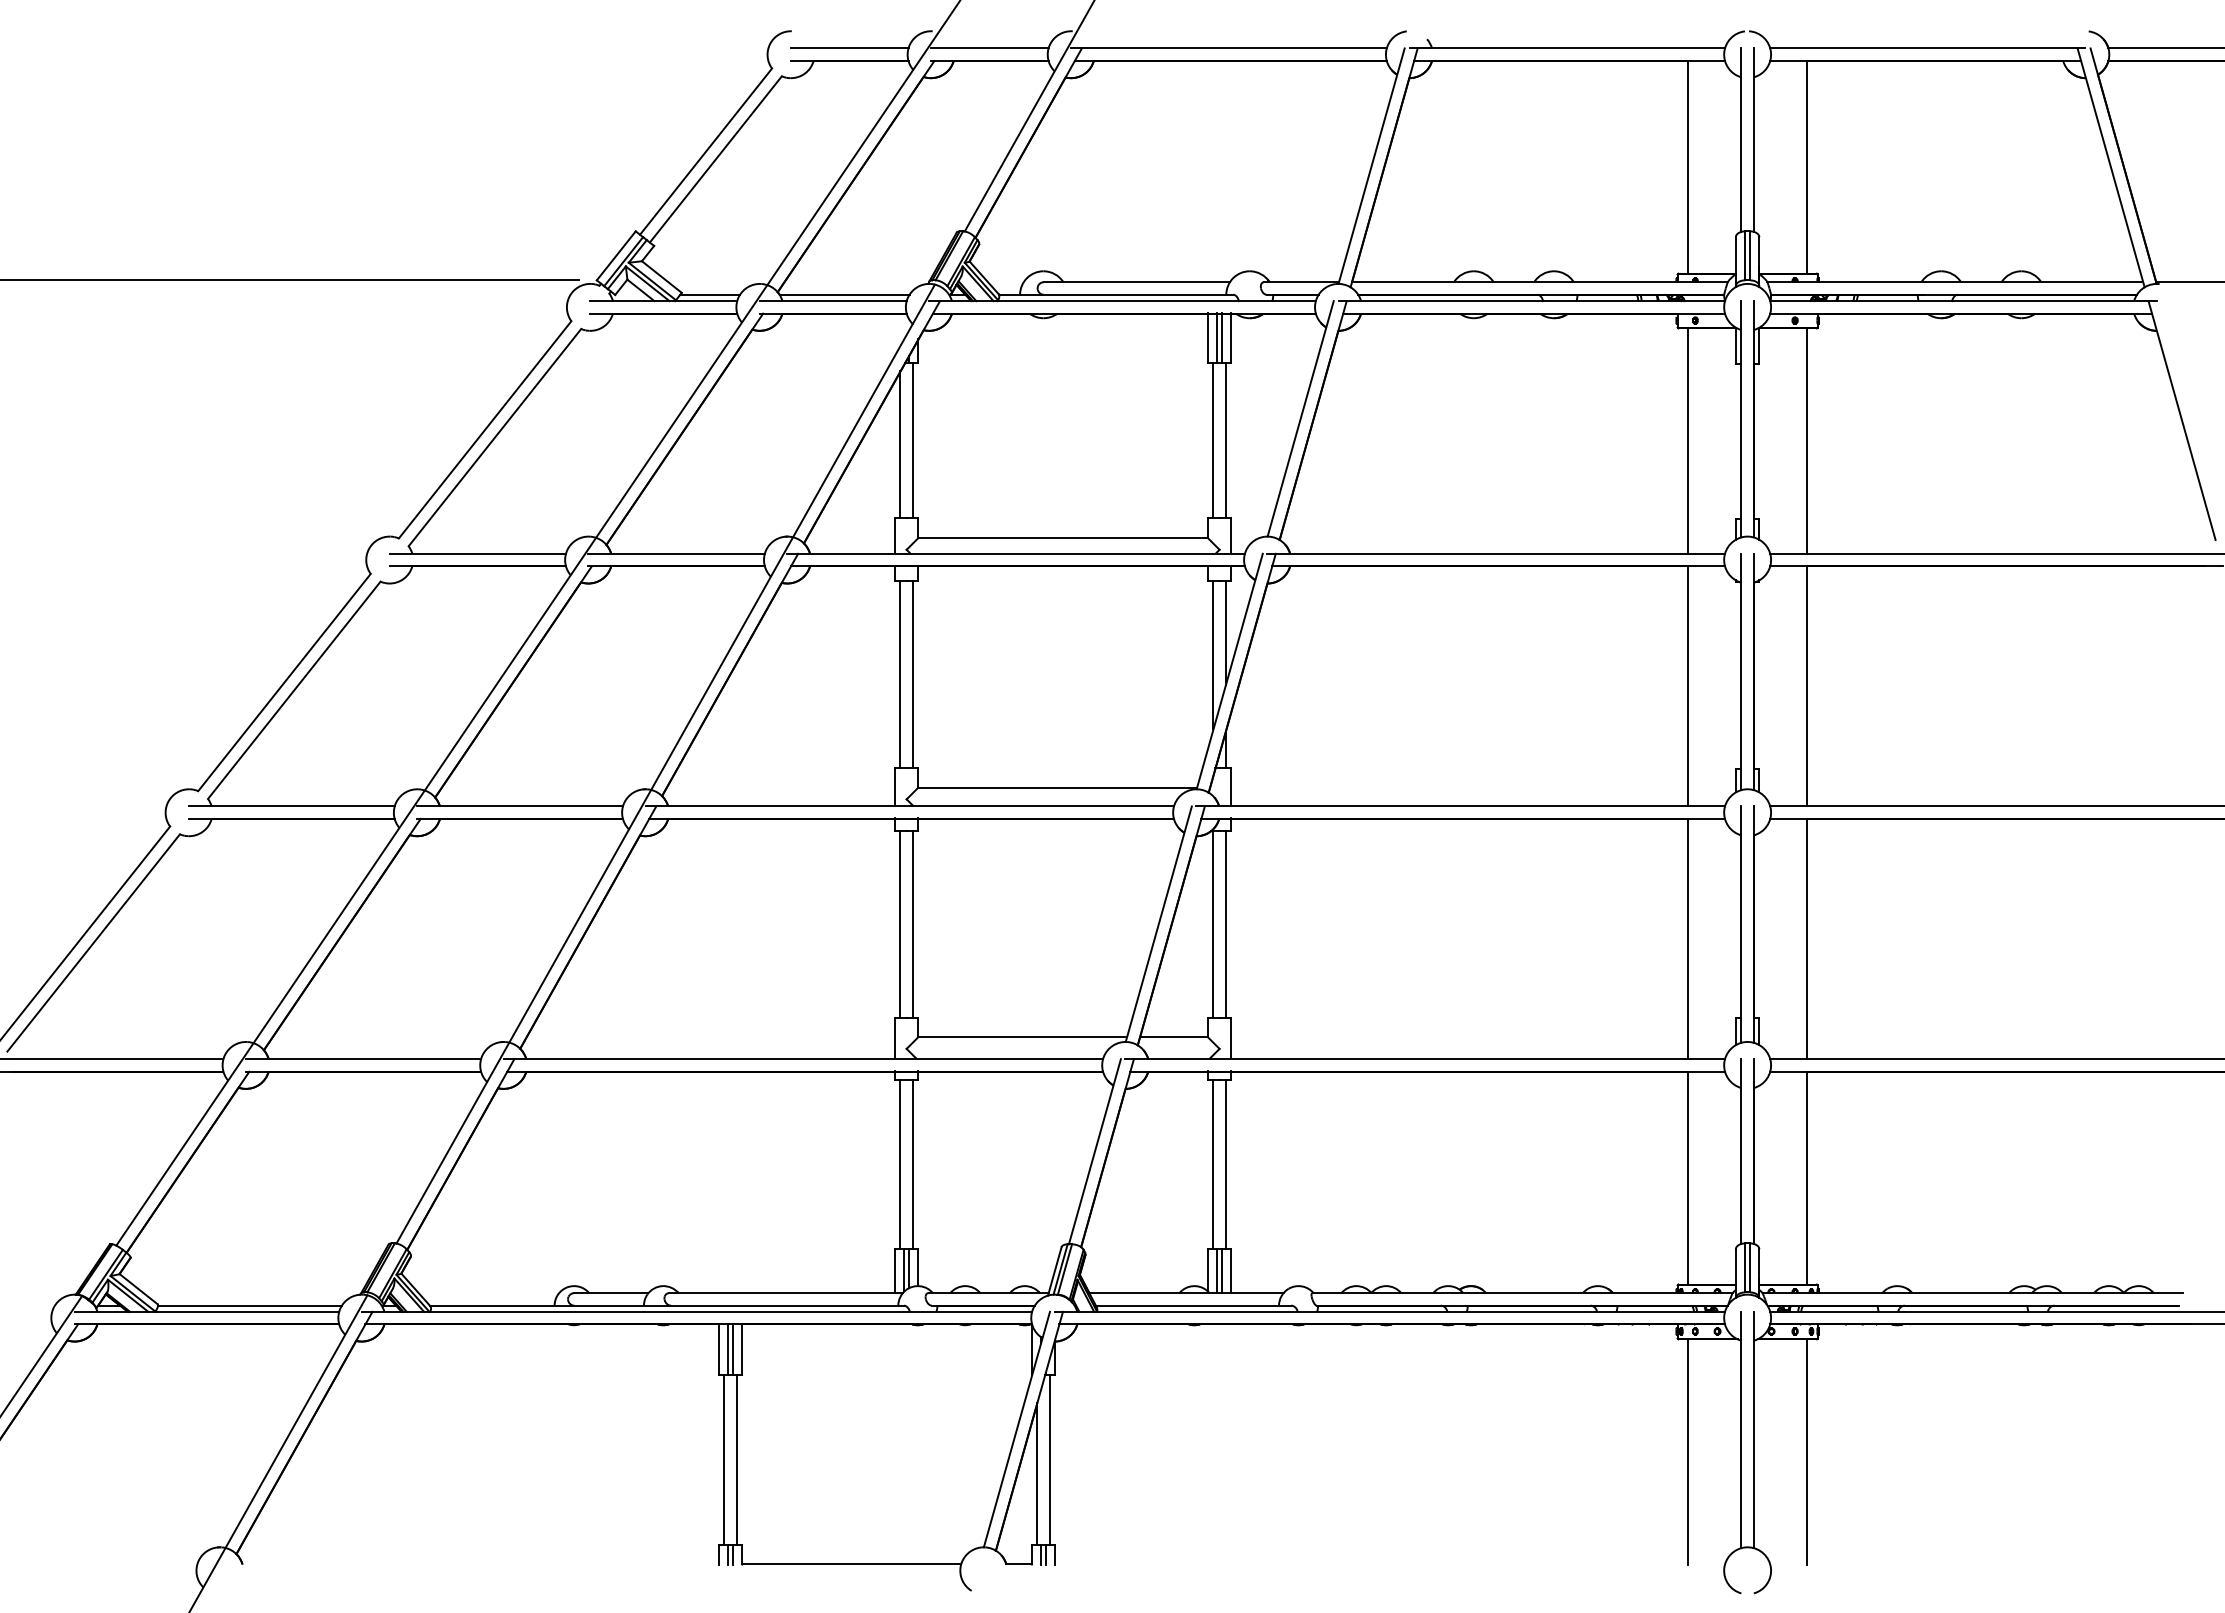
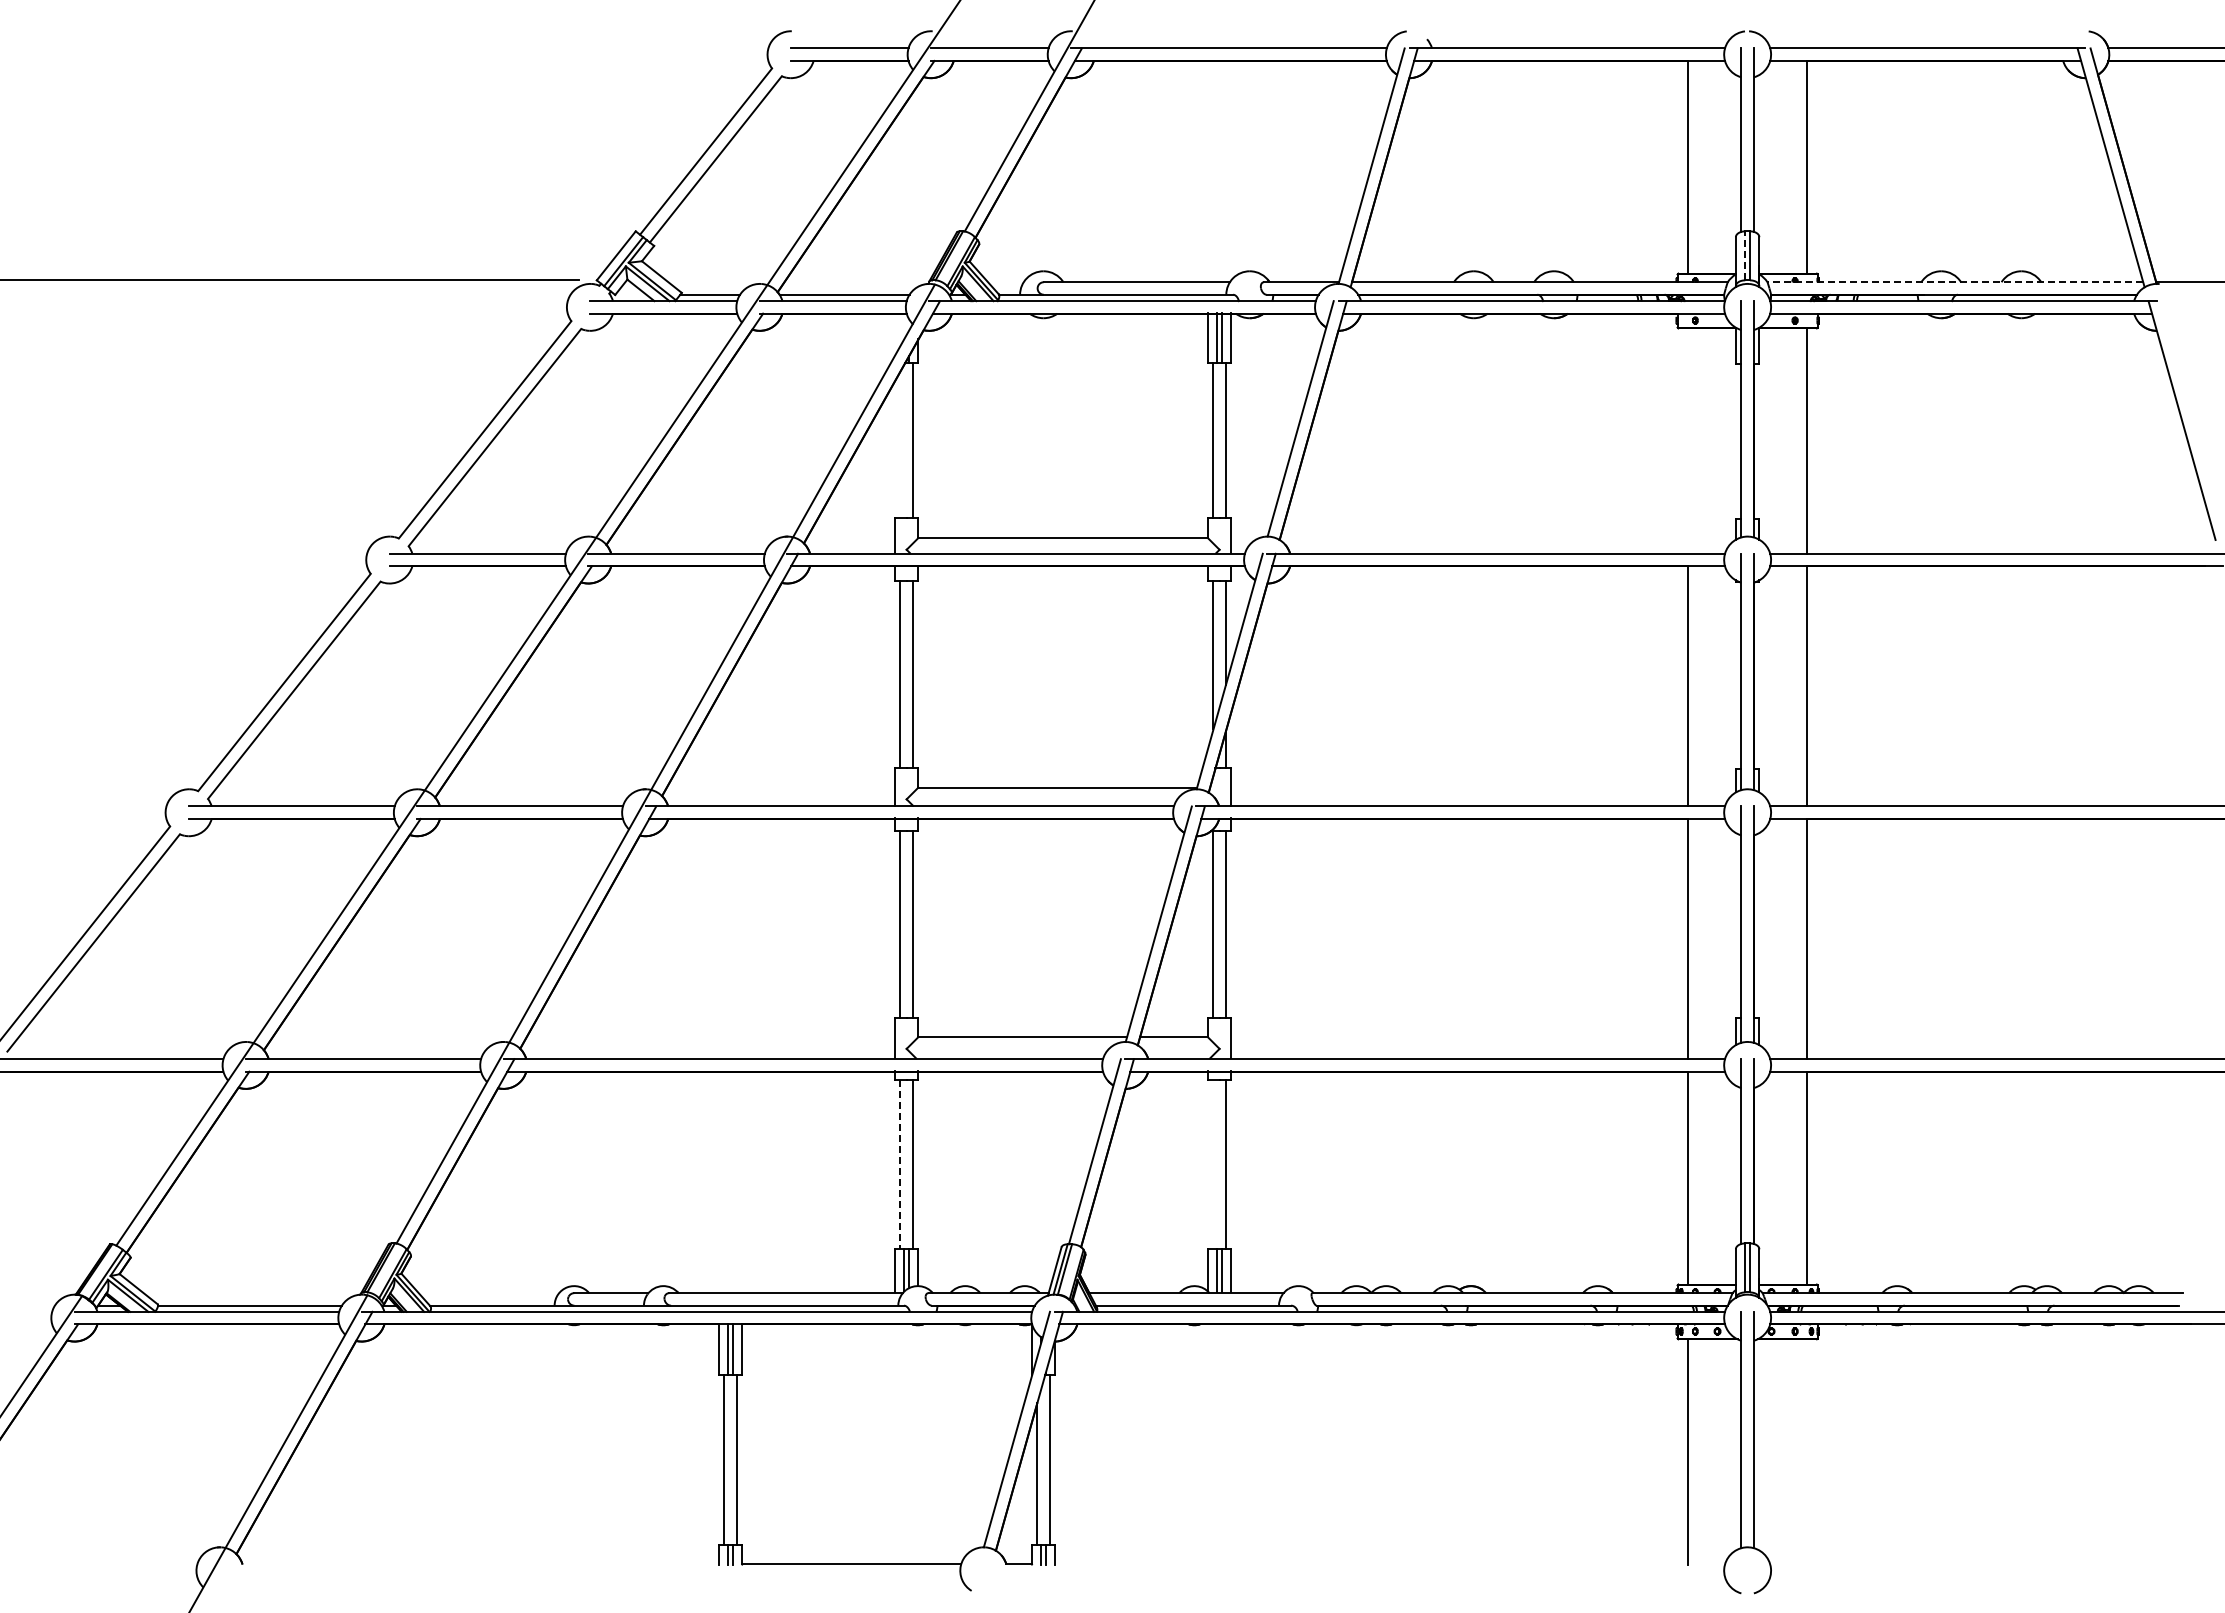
line at (1745, 255): solid -> dashed
line at (1955, 282): solid -> dashed
line at (1688, 440): present -> none
line at (900, 444): present -> none
line at (900, 1164): solid -> dashed
line at (1213, 1164): present -> none
line at (1807, 1451): present -> none
